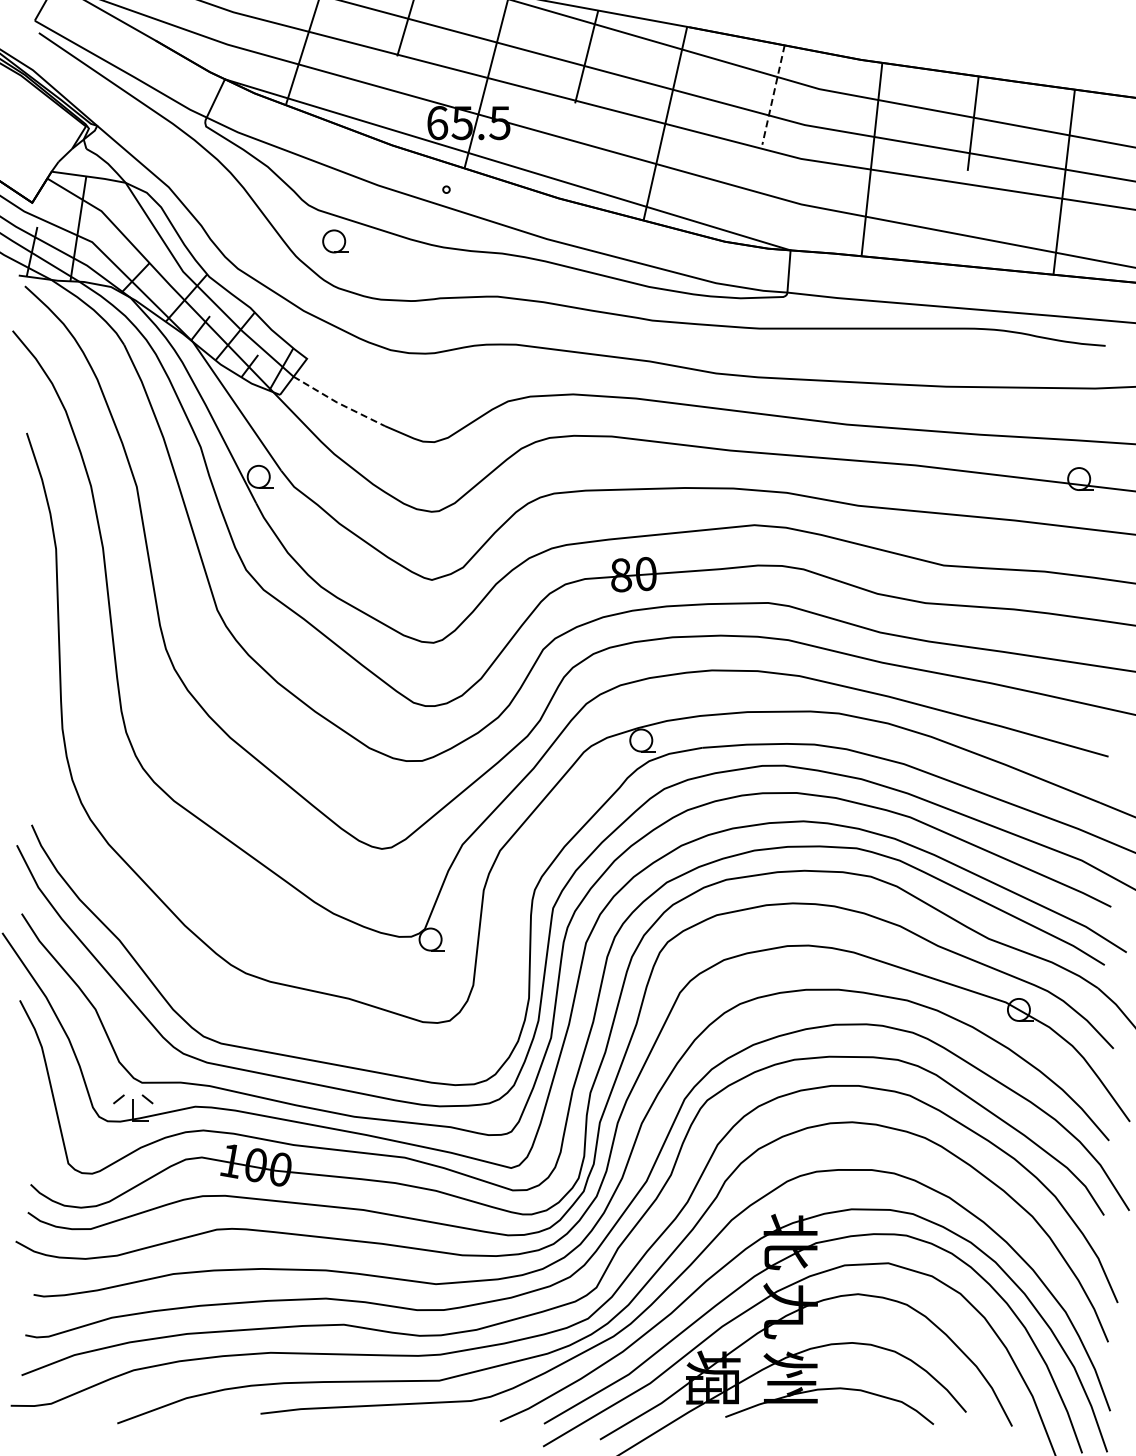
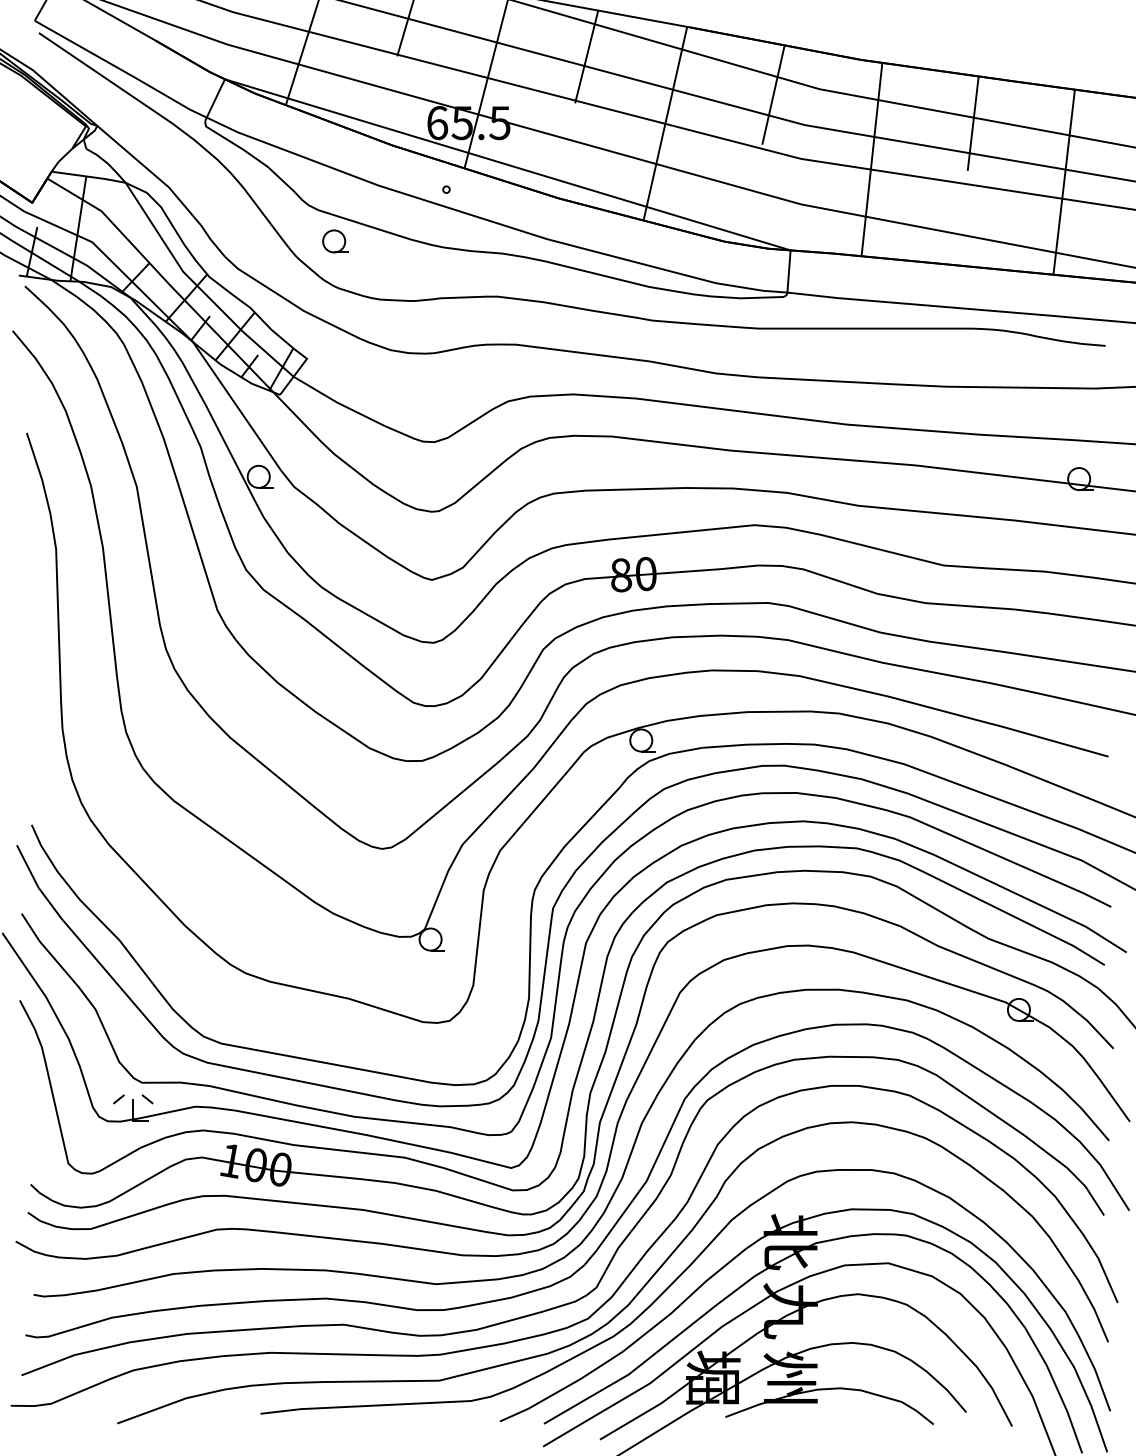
line at (773, 95): dashed -> solid
line at (337, 402): dashed -> solid
